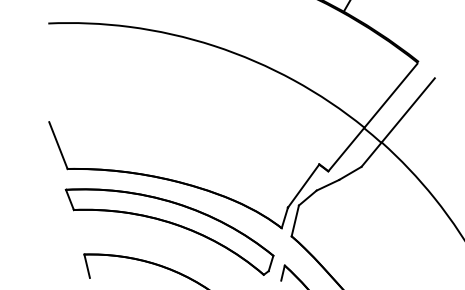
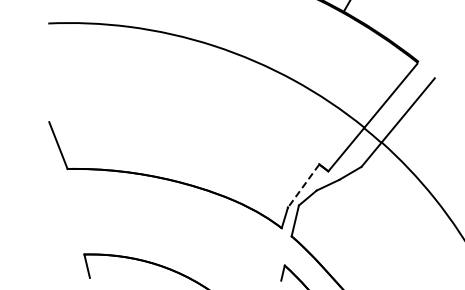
line at (303, 186): solid -> dashed
part at (171, 224): present -> none
